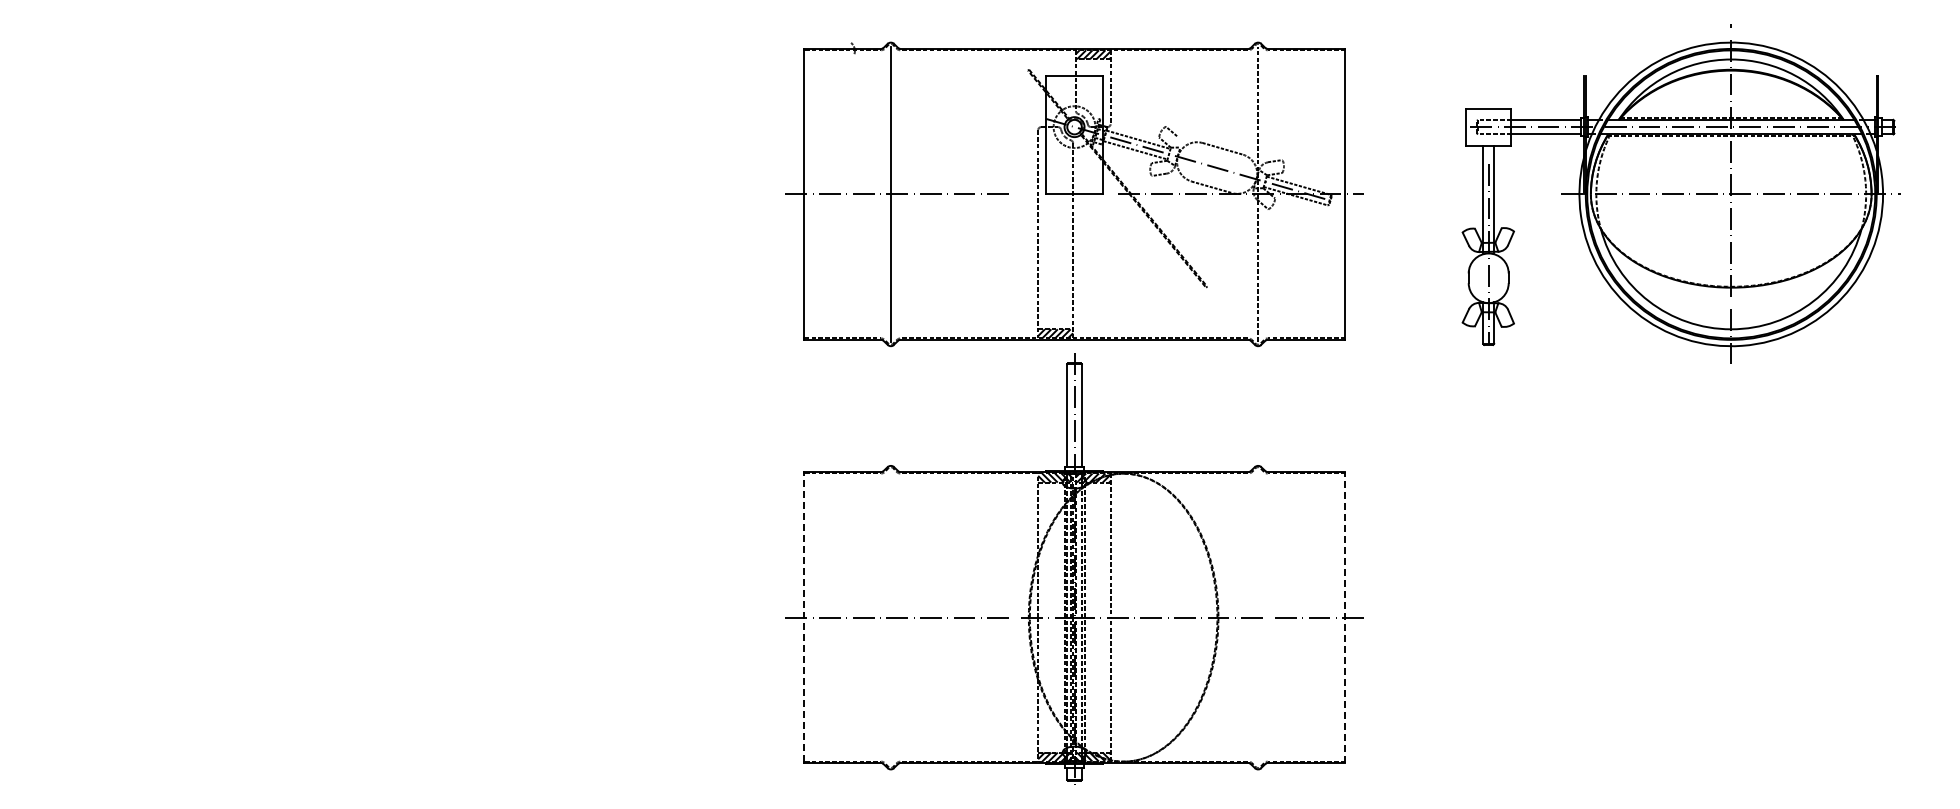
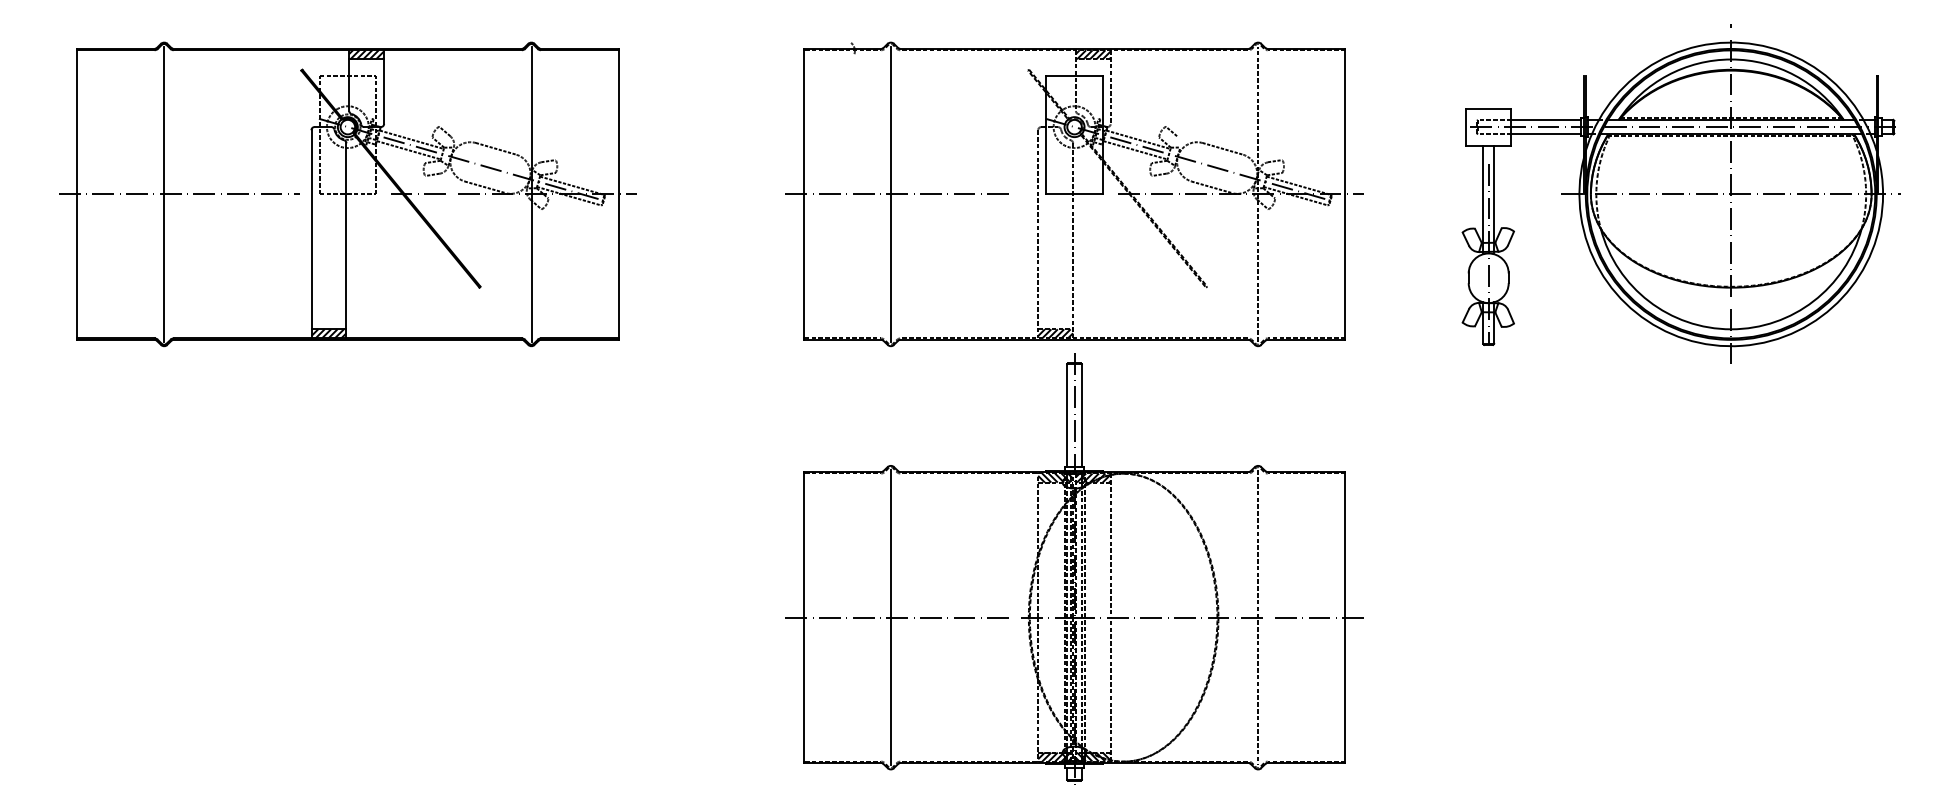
part at (347, 194): none -> present
line at (803, 617): dashed -> solid
line at (890, 617): none -> present
line at (1258, 617): none -> present
line at (1345, 617): dashed -> solid
